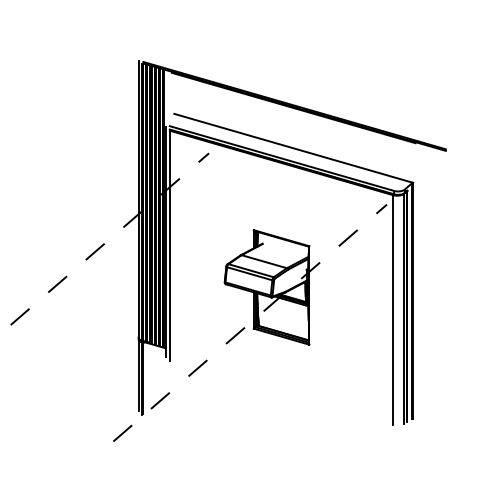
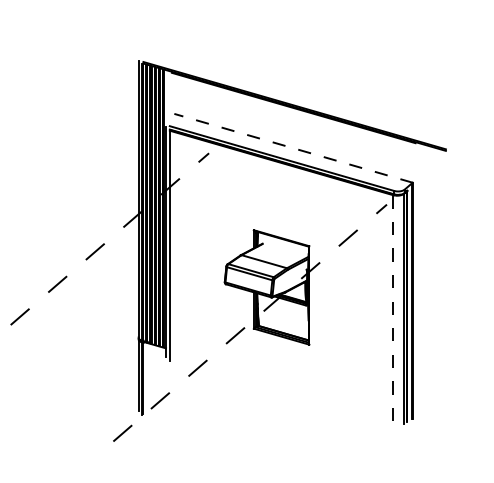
line at (293, 148): solid -> dashed
line at (393, 310): solid -> dashed
